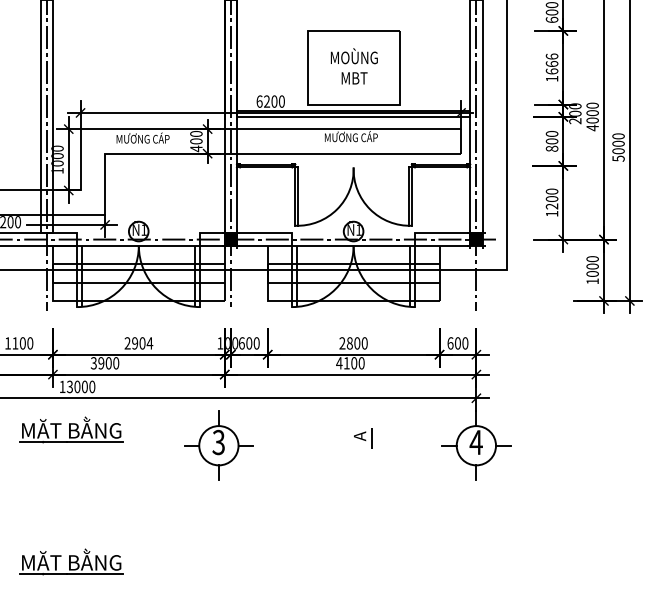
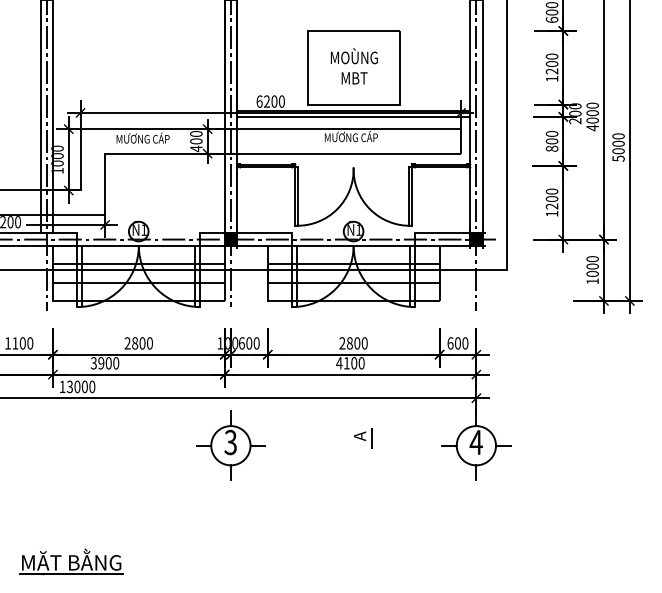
text at (551, 63): 1666 -> 1200
text at (142, 343): 2904 -> 2800
part at (71, 429): present -> none
part at (218, 445) position: (218, 445) -> (230, 445)
